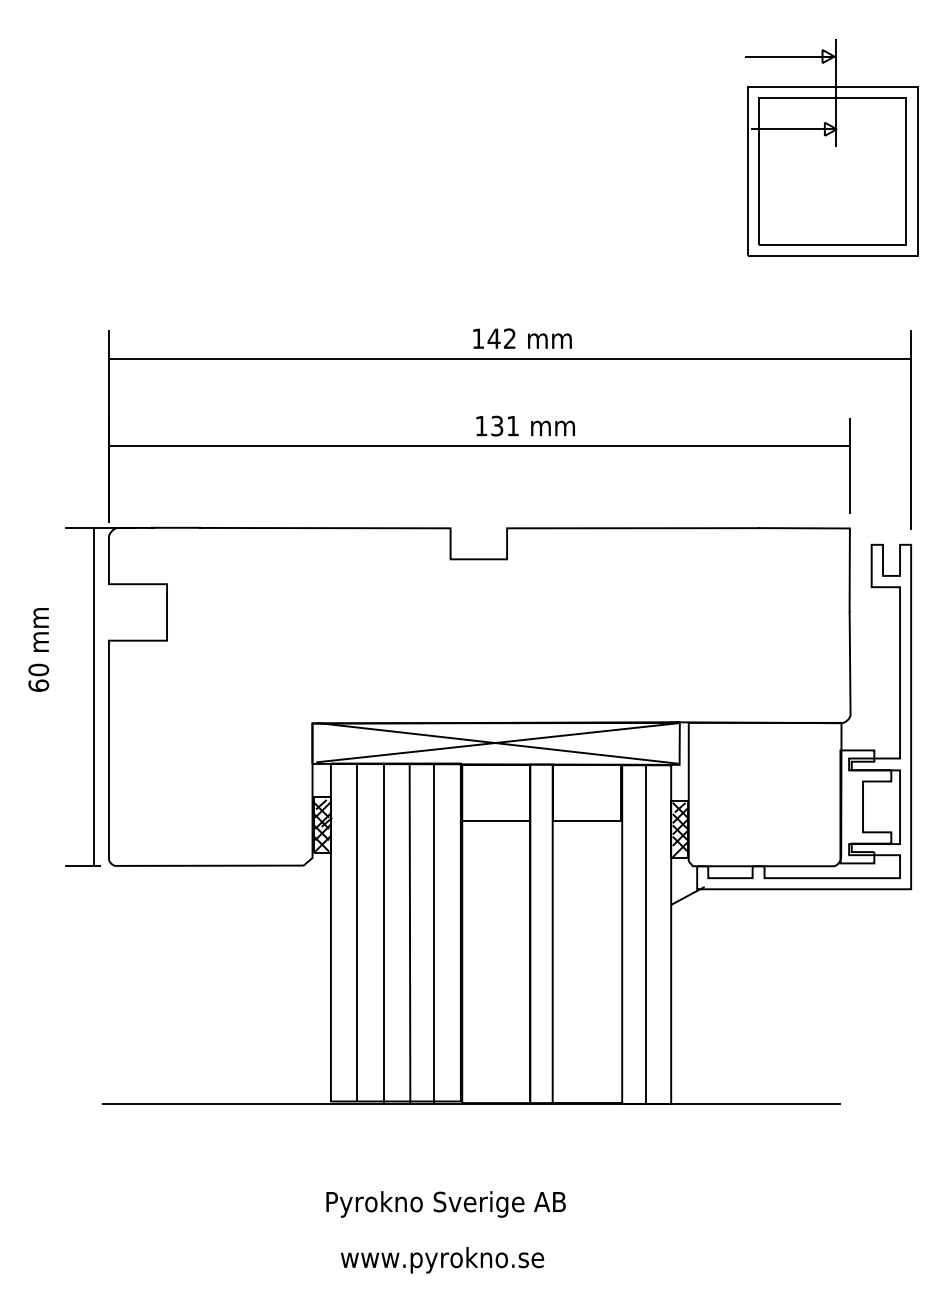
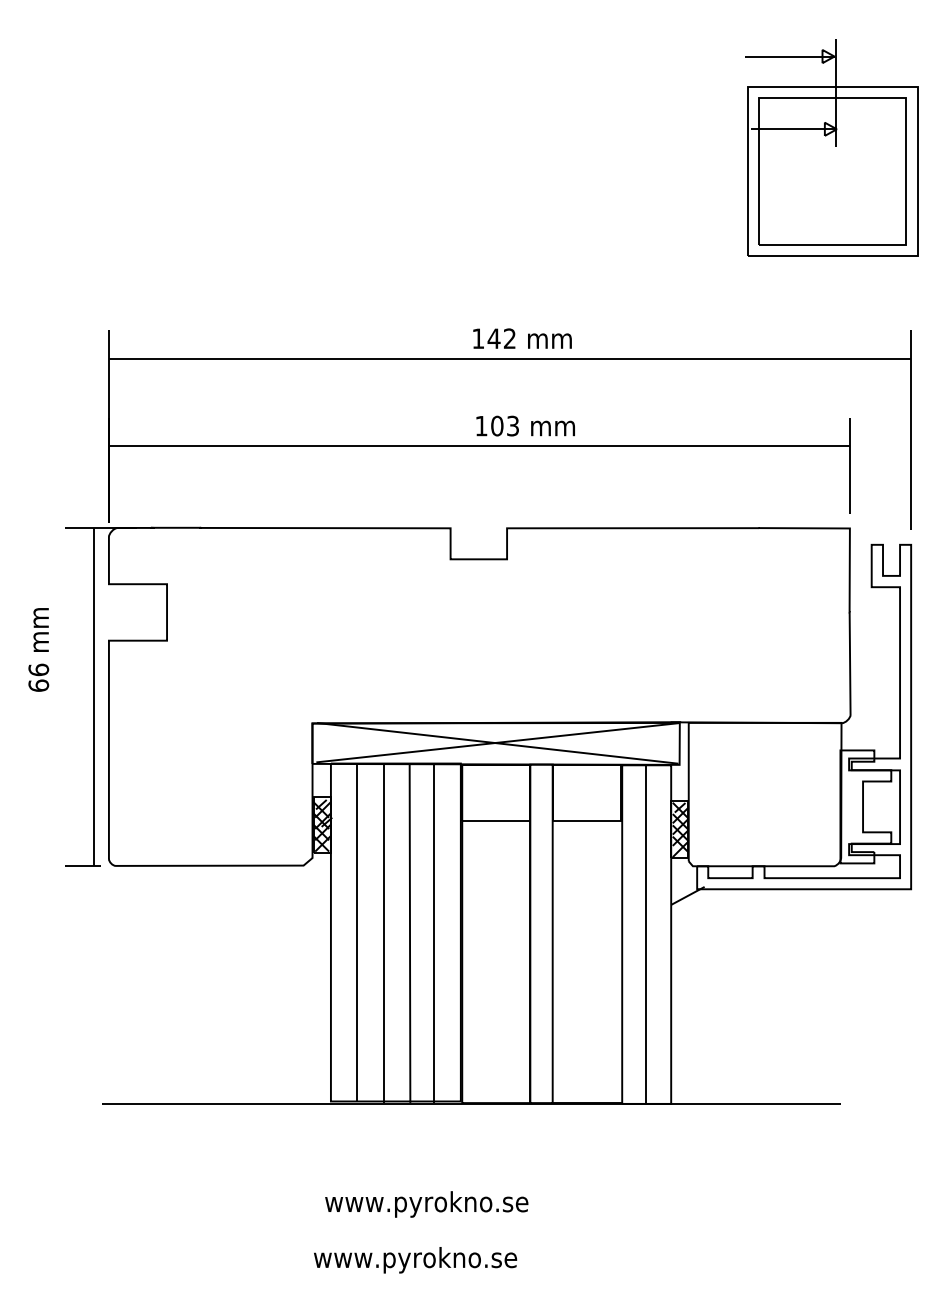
text at (504, 425): 131 -> 103
text at (38, 669): 60 -> 66
text at (445, 1204): Pyrokno Sverige AB -> www.pyrokno.se
text at (442, 1260) position: (442, 1260) -> (415, 1260)
